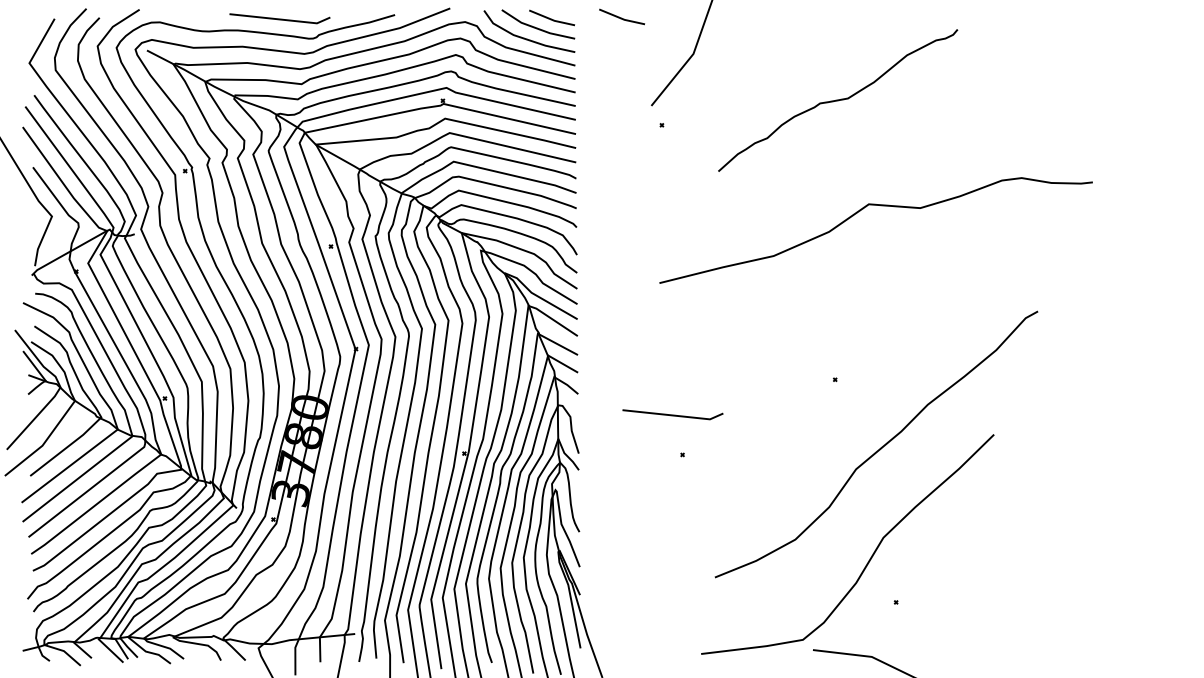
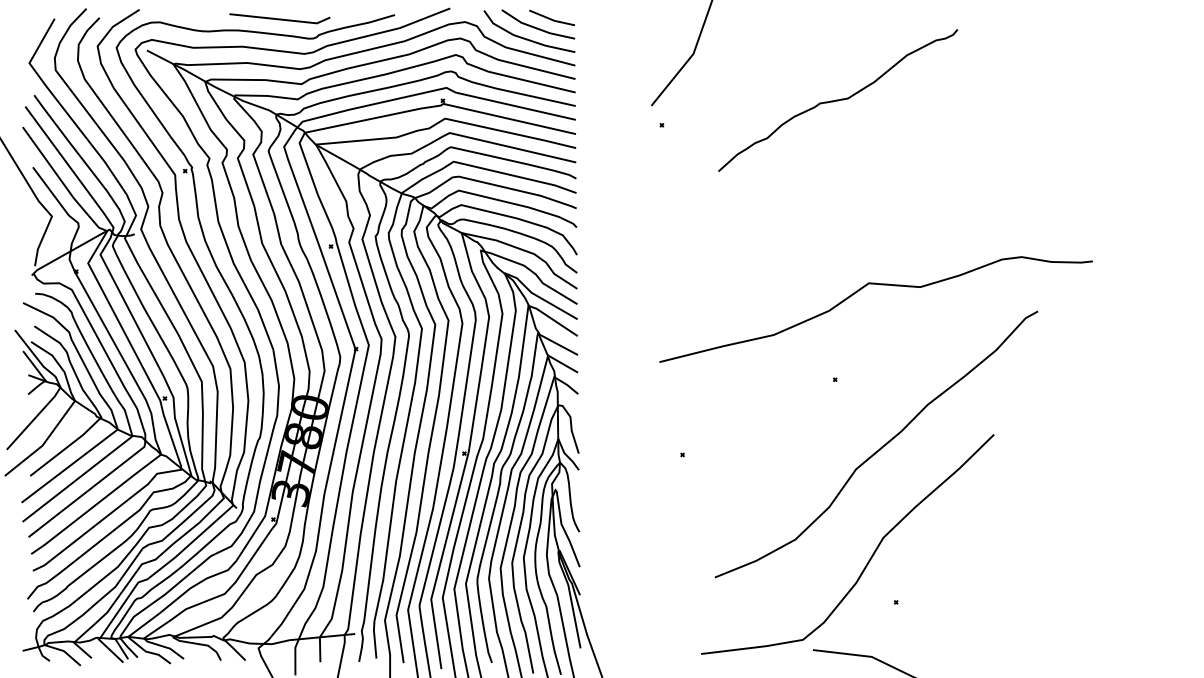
line at (621, 17): present -> none
curve at (863, 209) position: (863, 209) -> (863, 288)
line at (672, 414): present -> none
